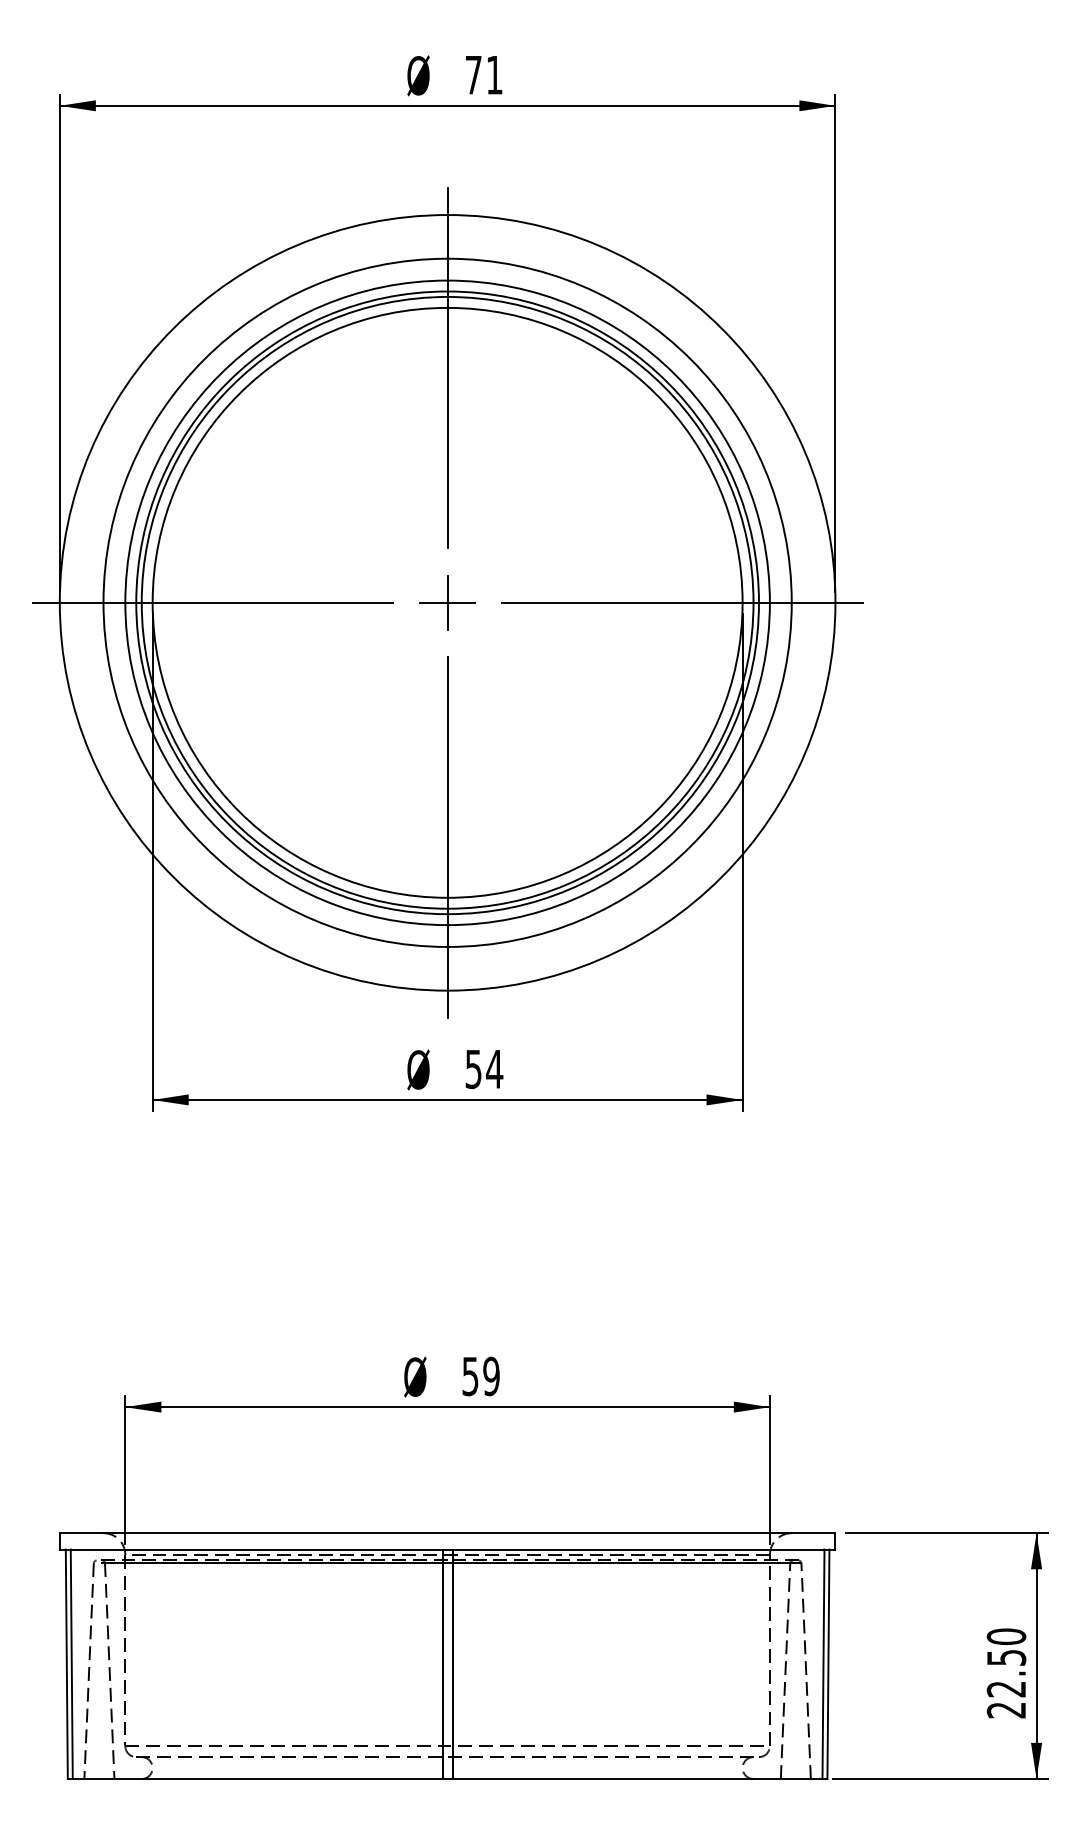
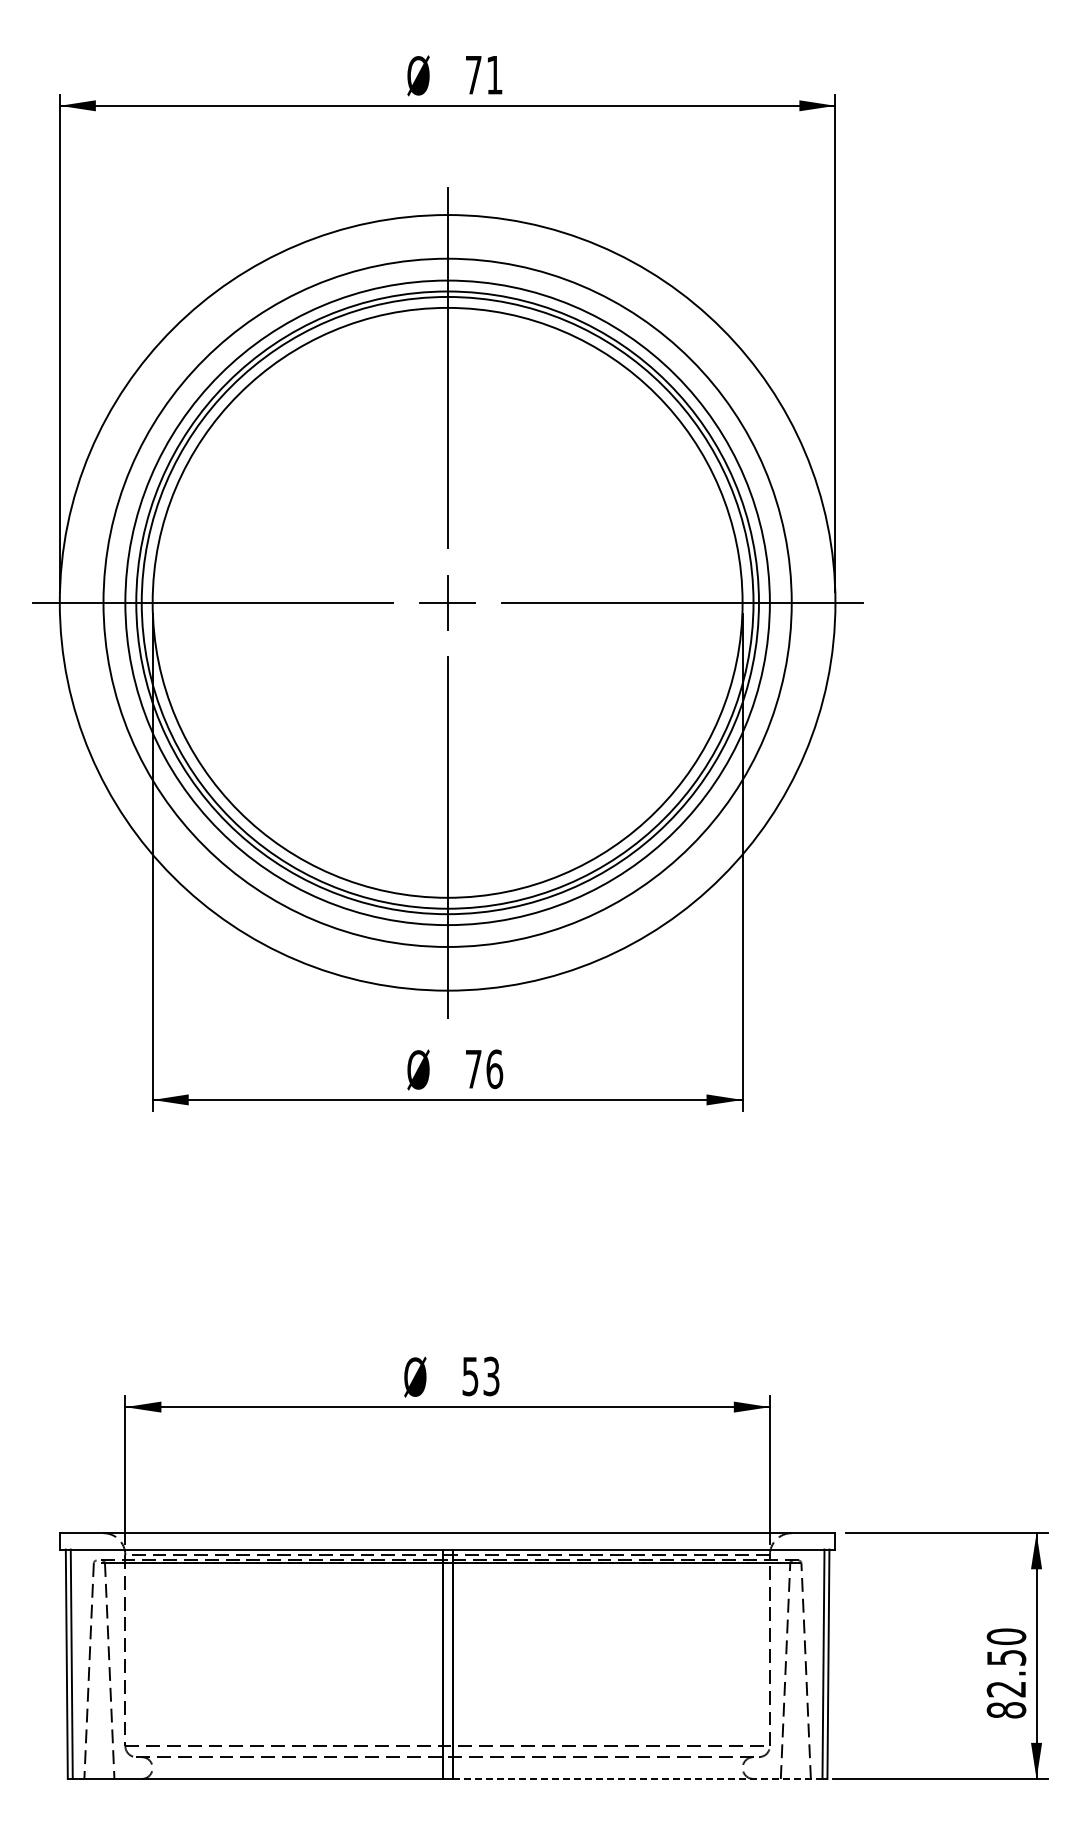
text at (484, 1069): 54 -> 76
text at (491, 1376): 59 -> 53
text at (1006, 1710): 22.50 -> 82.50
line at (637, 1778): solid -> dashed
